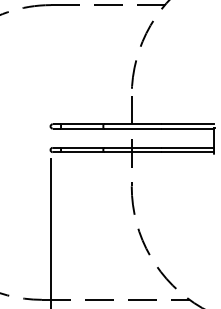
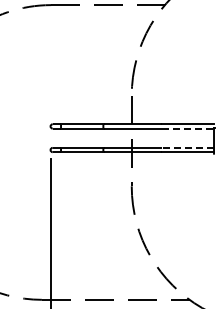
line at (188, 128): solid -> dashed
line at (187, 147): solid -> dashed
